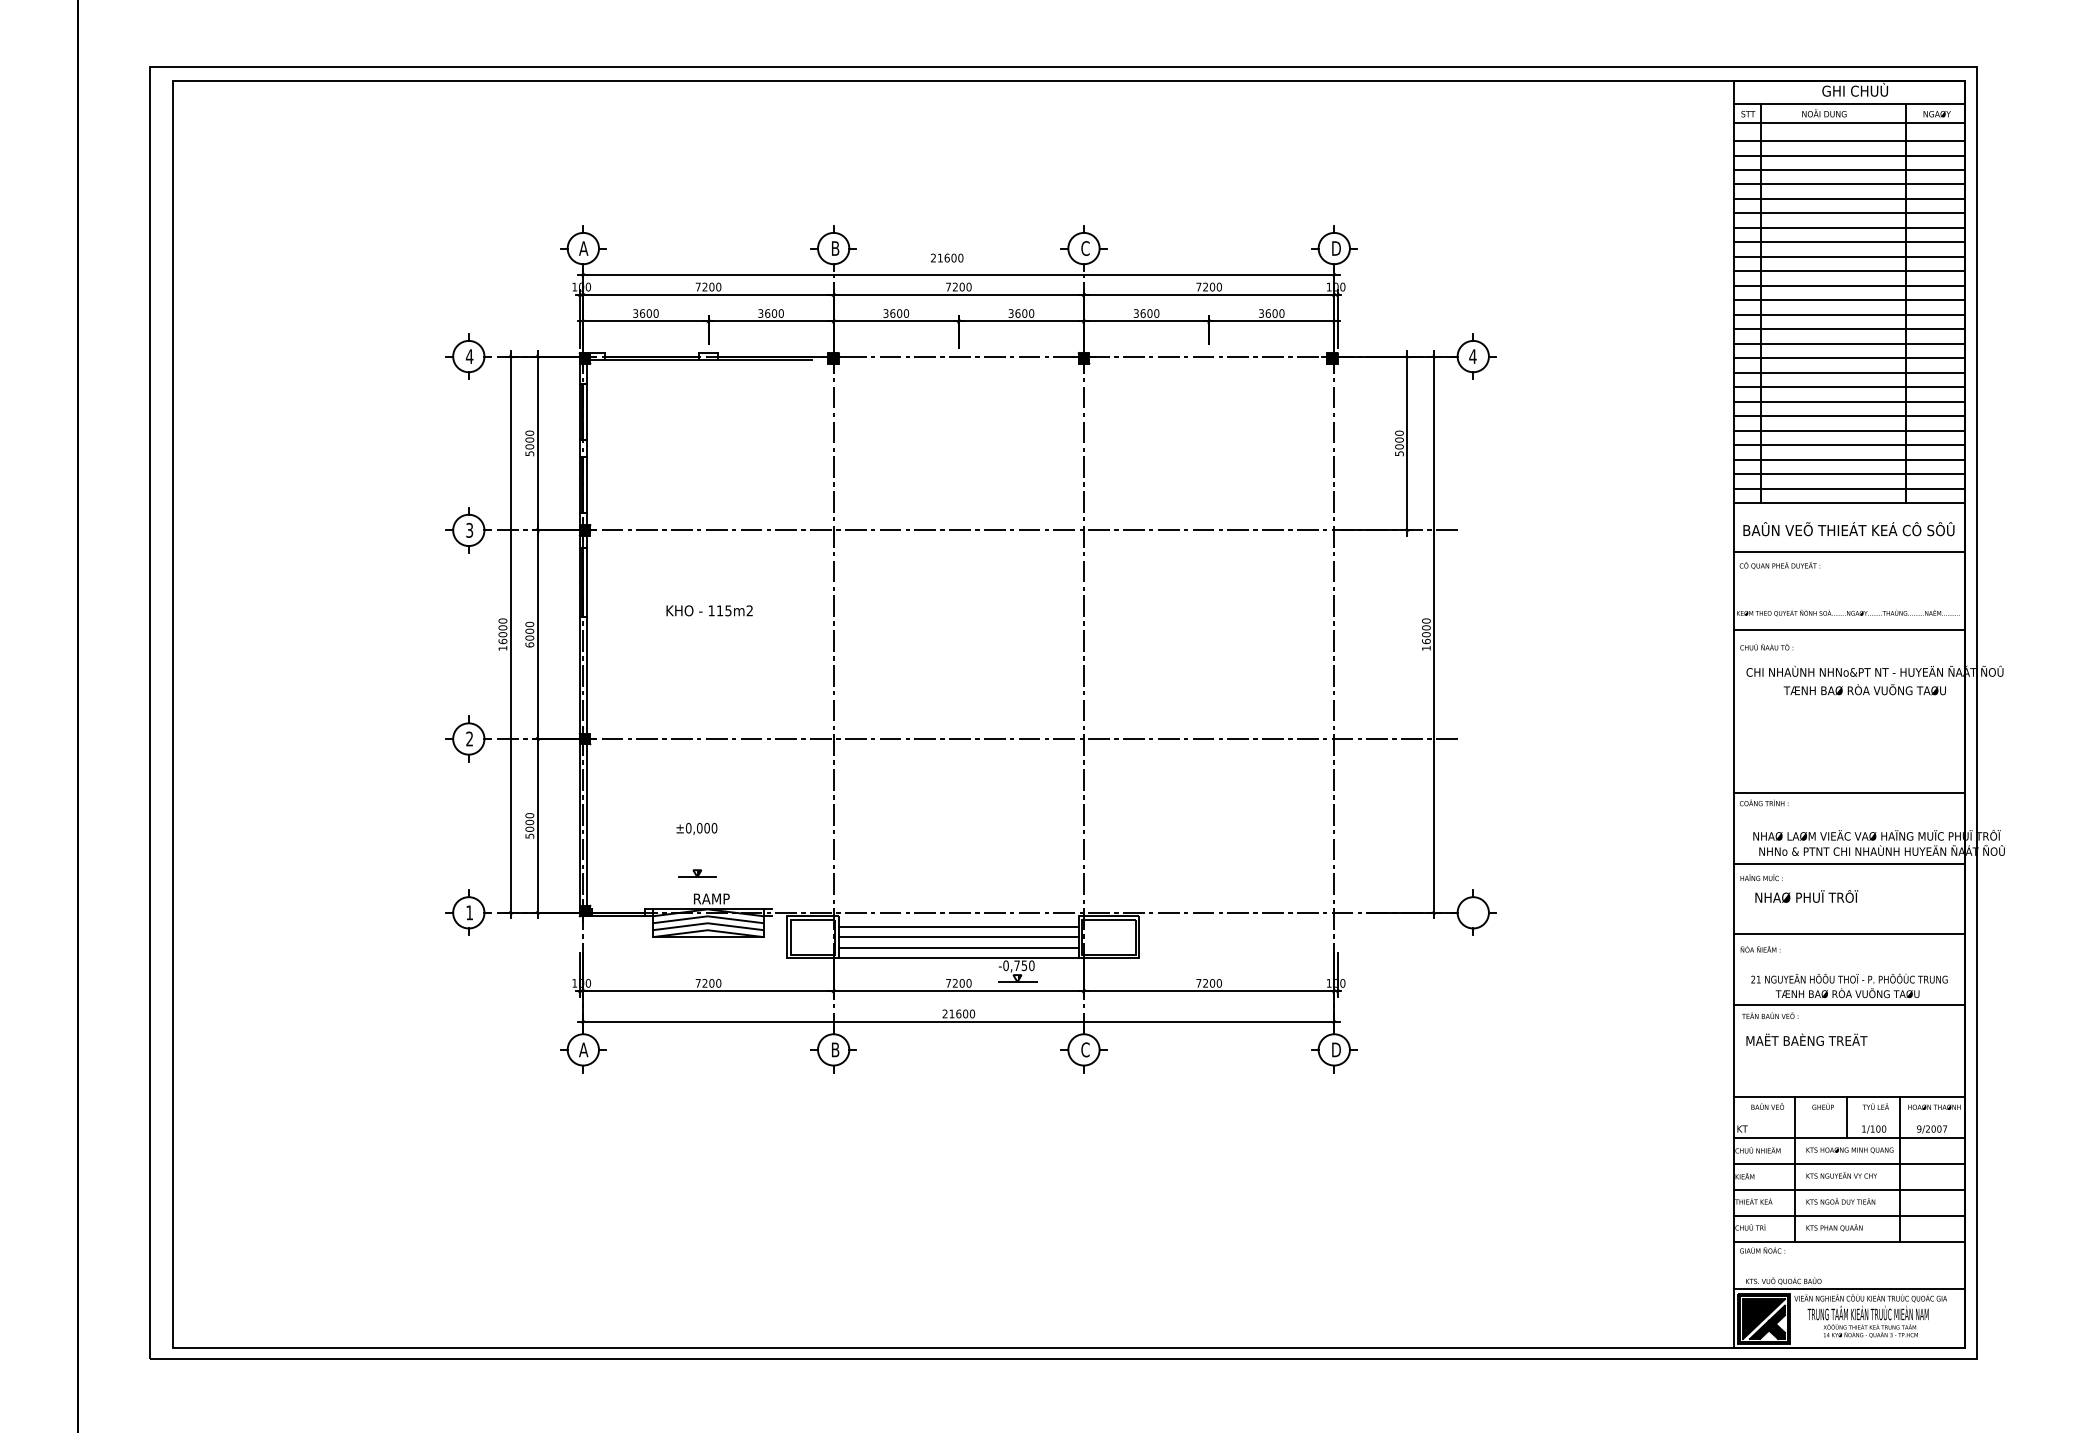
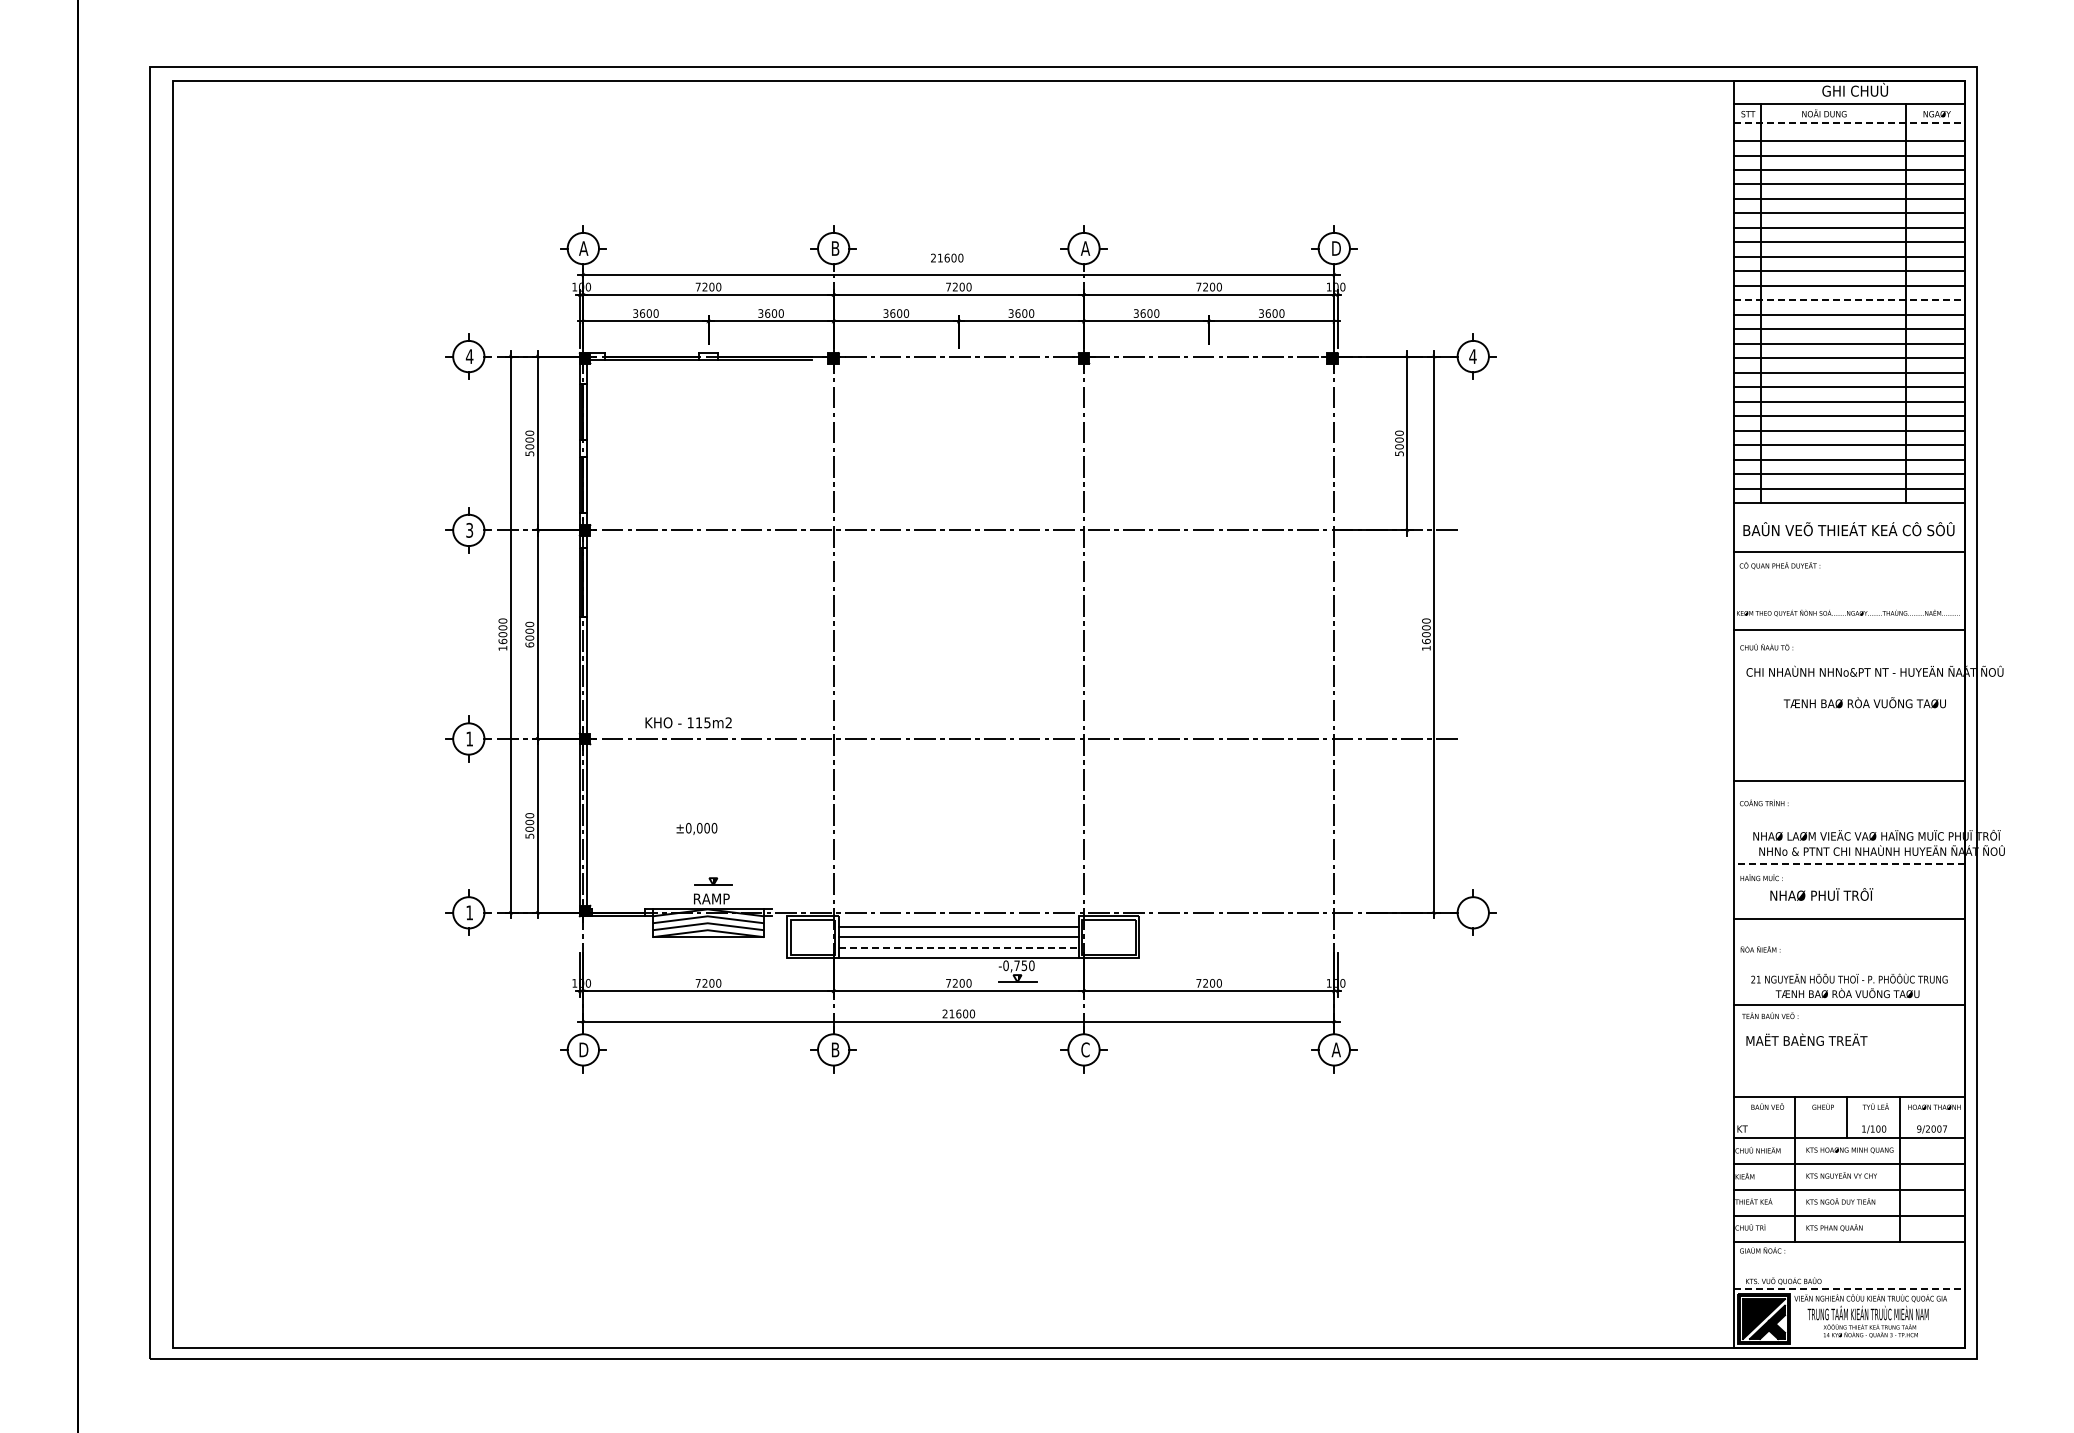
line at (1849, 123): solid -> dashed
text at (1085, 248): C -> A
line at (1849, 300): solid -> dashed
text at (709, 610) position: (709, 610) -> (688, 722)
text at (1864, 689) position: (1864, 689) -> (1864, 702)
text at (469, 738): 2 -> 1
line at (1848, 793) position: (1848, 793) -> (1848, 781)
line at (1848, 863): solid -> dashed
part at (697, 873) position: (697, 873) -> (713, 881)
text at (1806, 896) position: (1806, 896) -> (1821, 894)
line at (1848, 934) position: (1848, 934) -> (1848, 919)
line at (958, 947): solid -> dashed
text at (583, 1049): A -> D
text at (1335, 1049): D -> A
line at (1849, 1289): solid -> dashed
